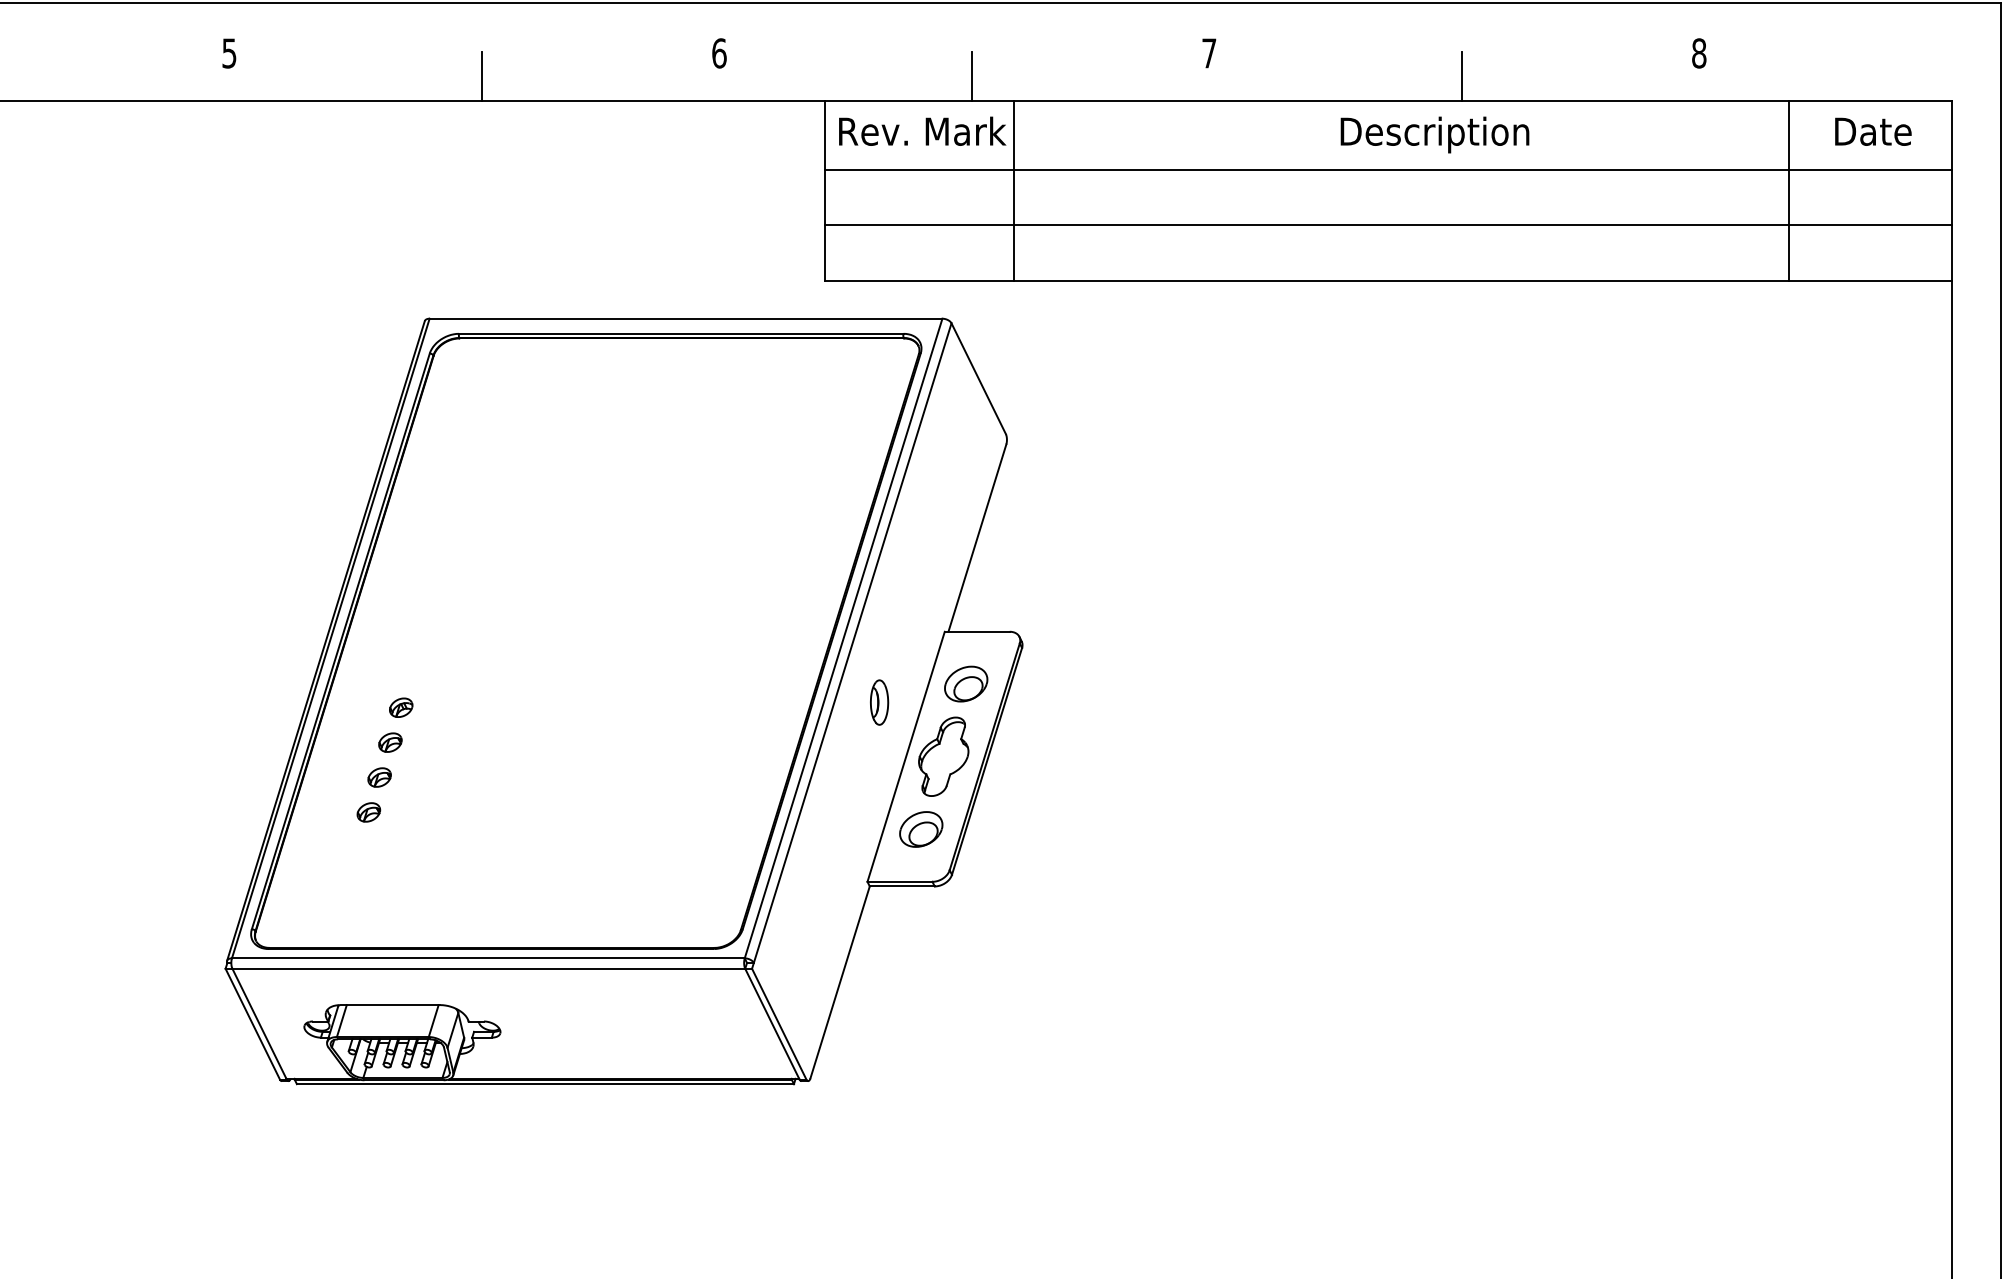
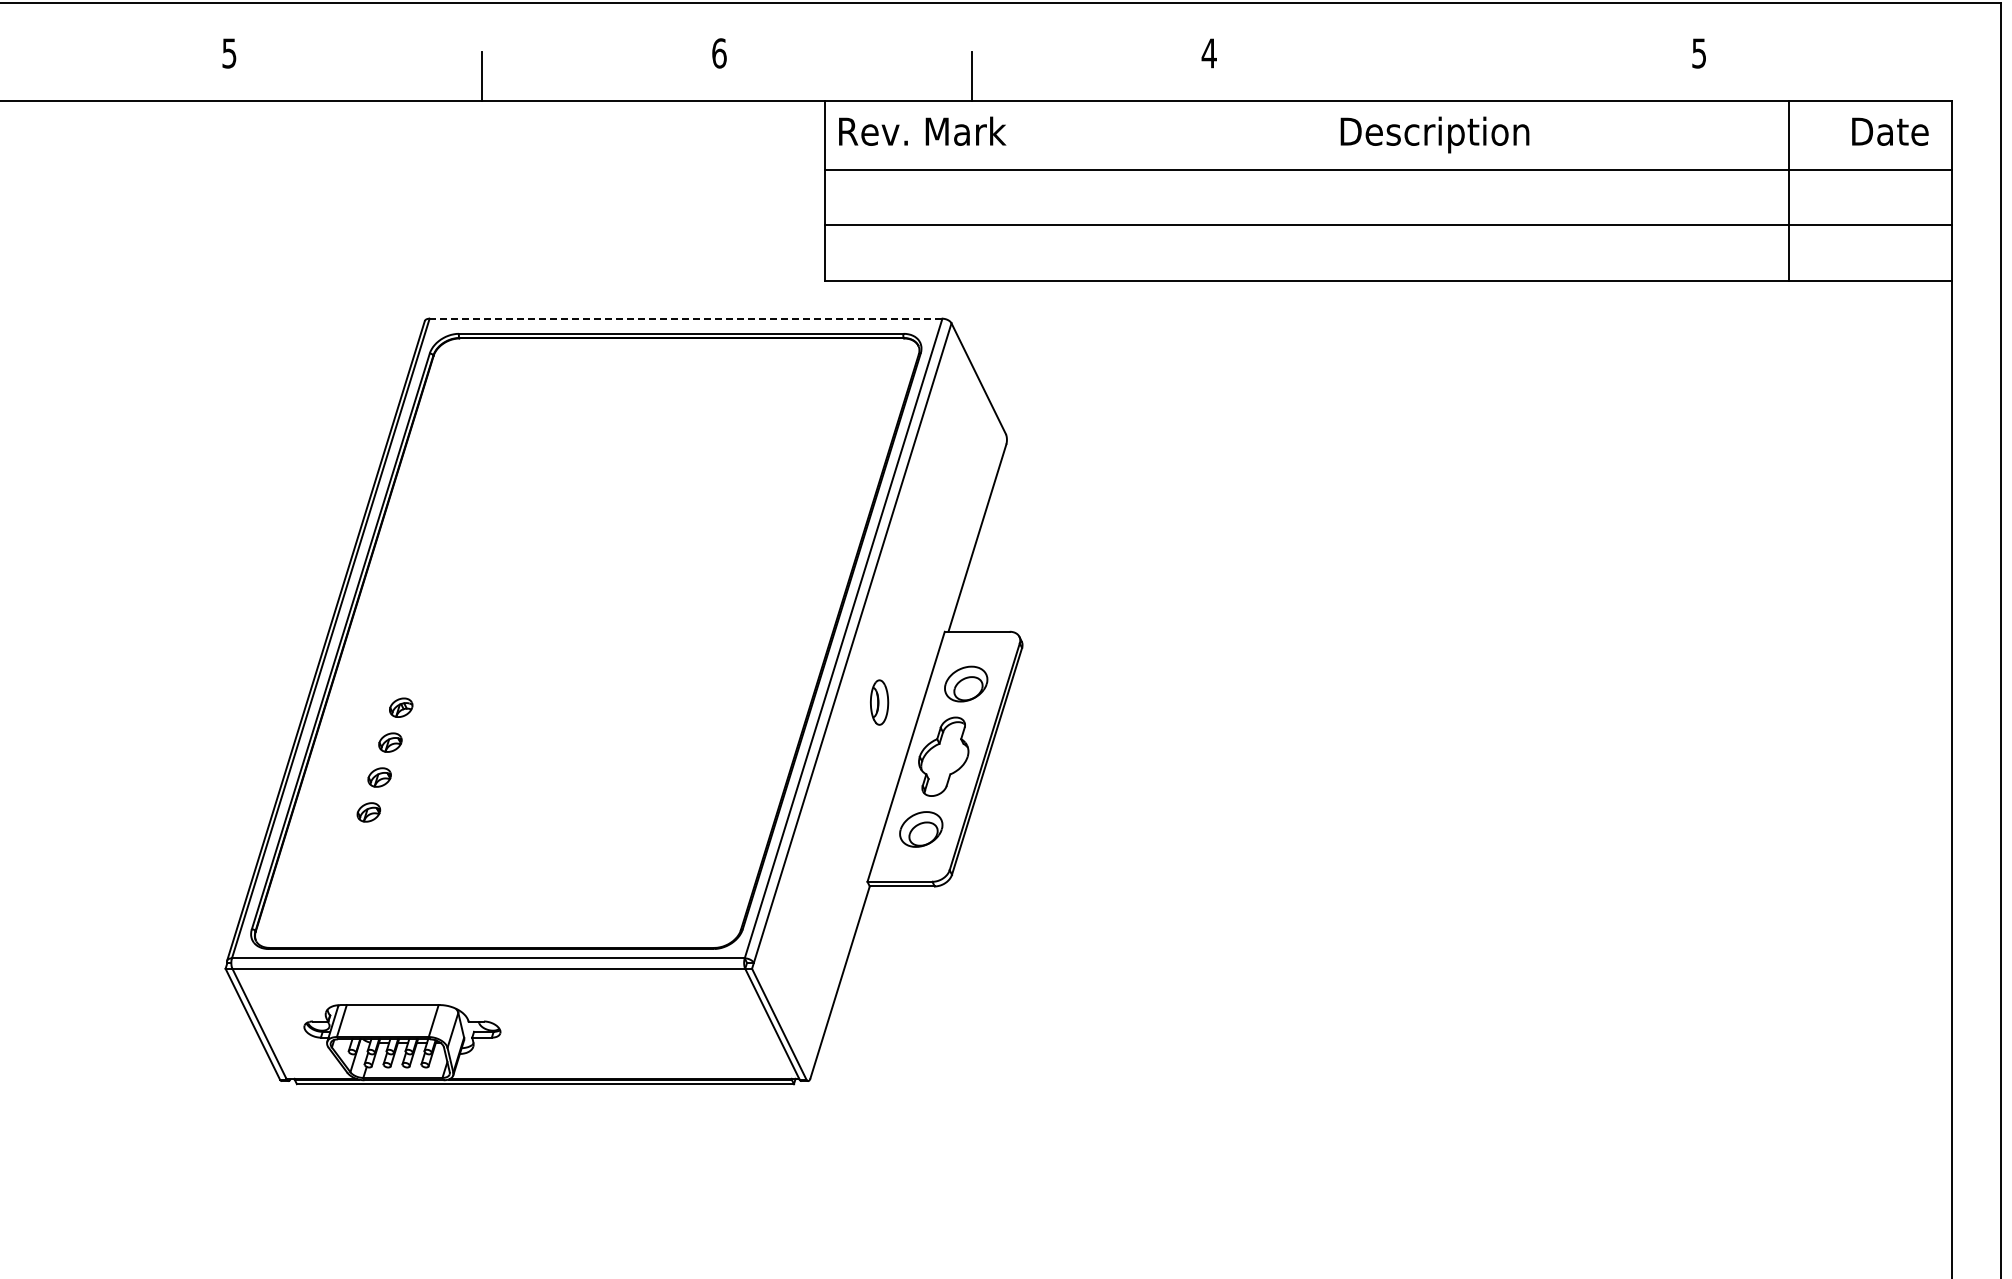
text at (1208, 53): 7 -> 4
text at (1699, 53): 8 -> 5
line at (1461, 75): present -> none
text at (1873, 131) position: (1873, 131) -> (1890, 131)
line at (1013, 190): present -> none
line at (685, 318): solid -> dashed
